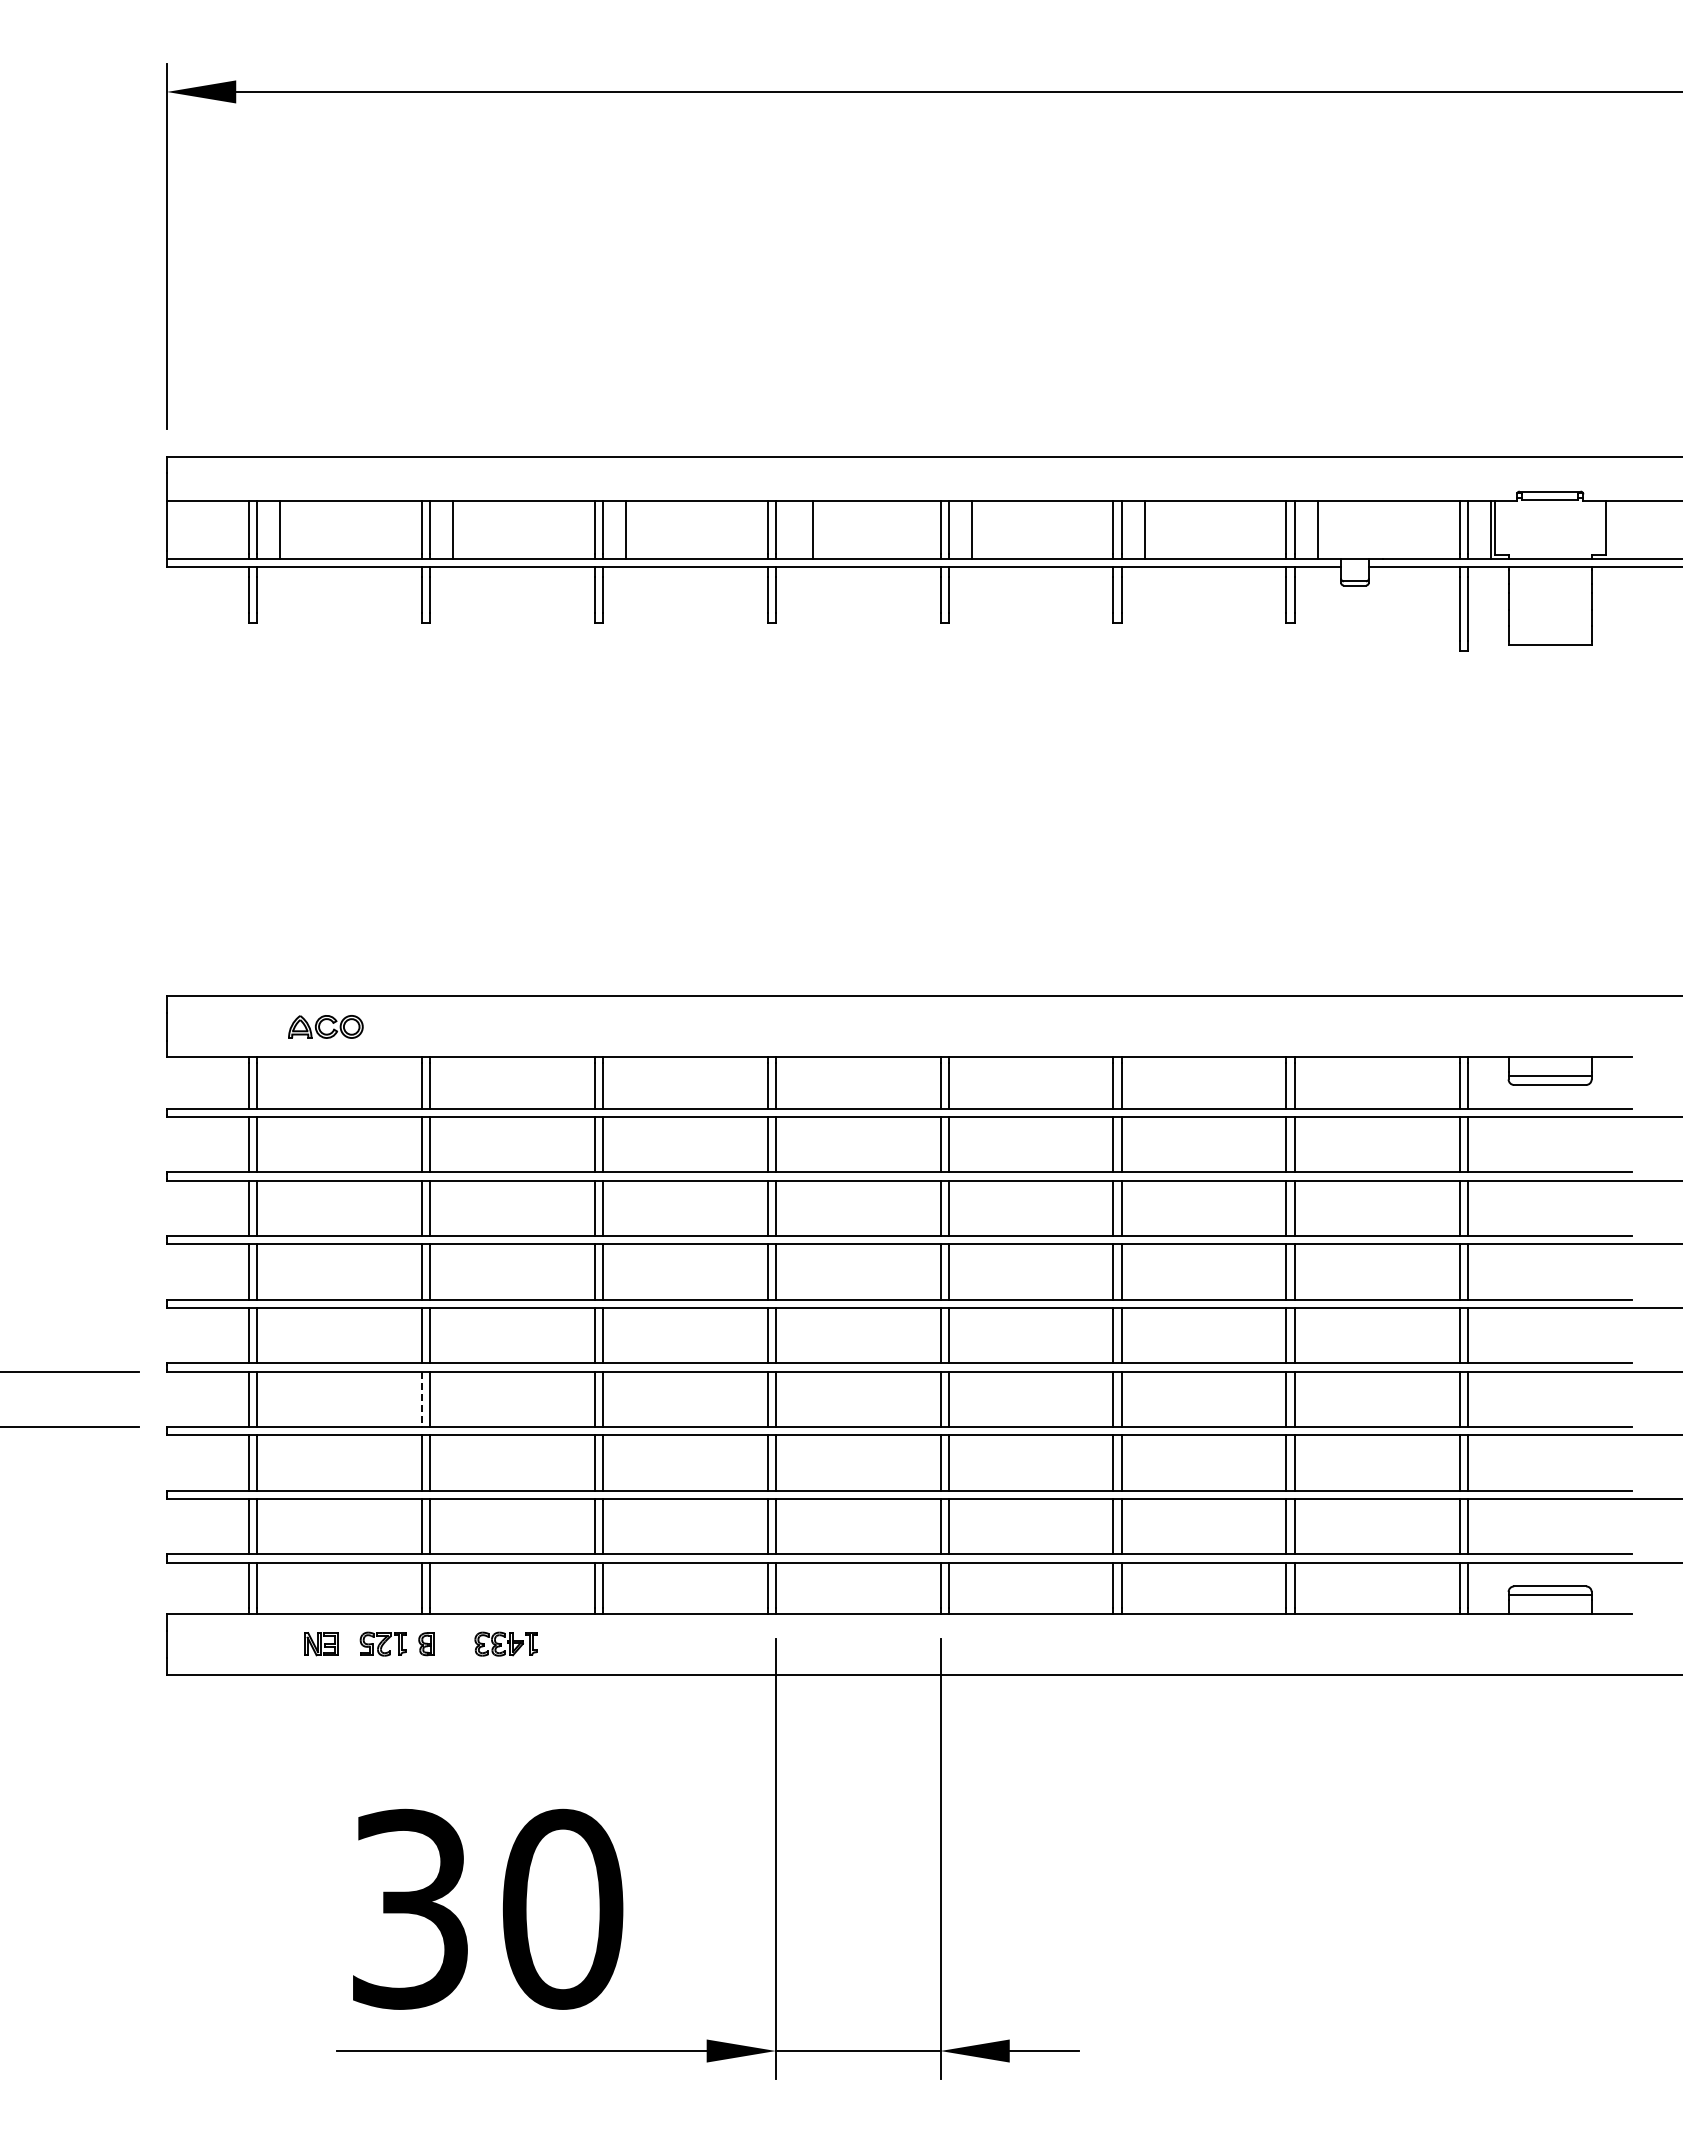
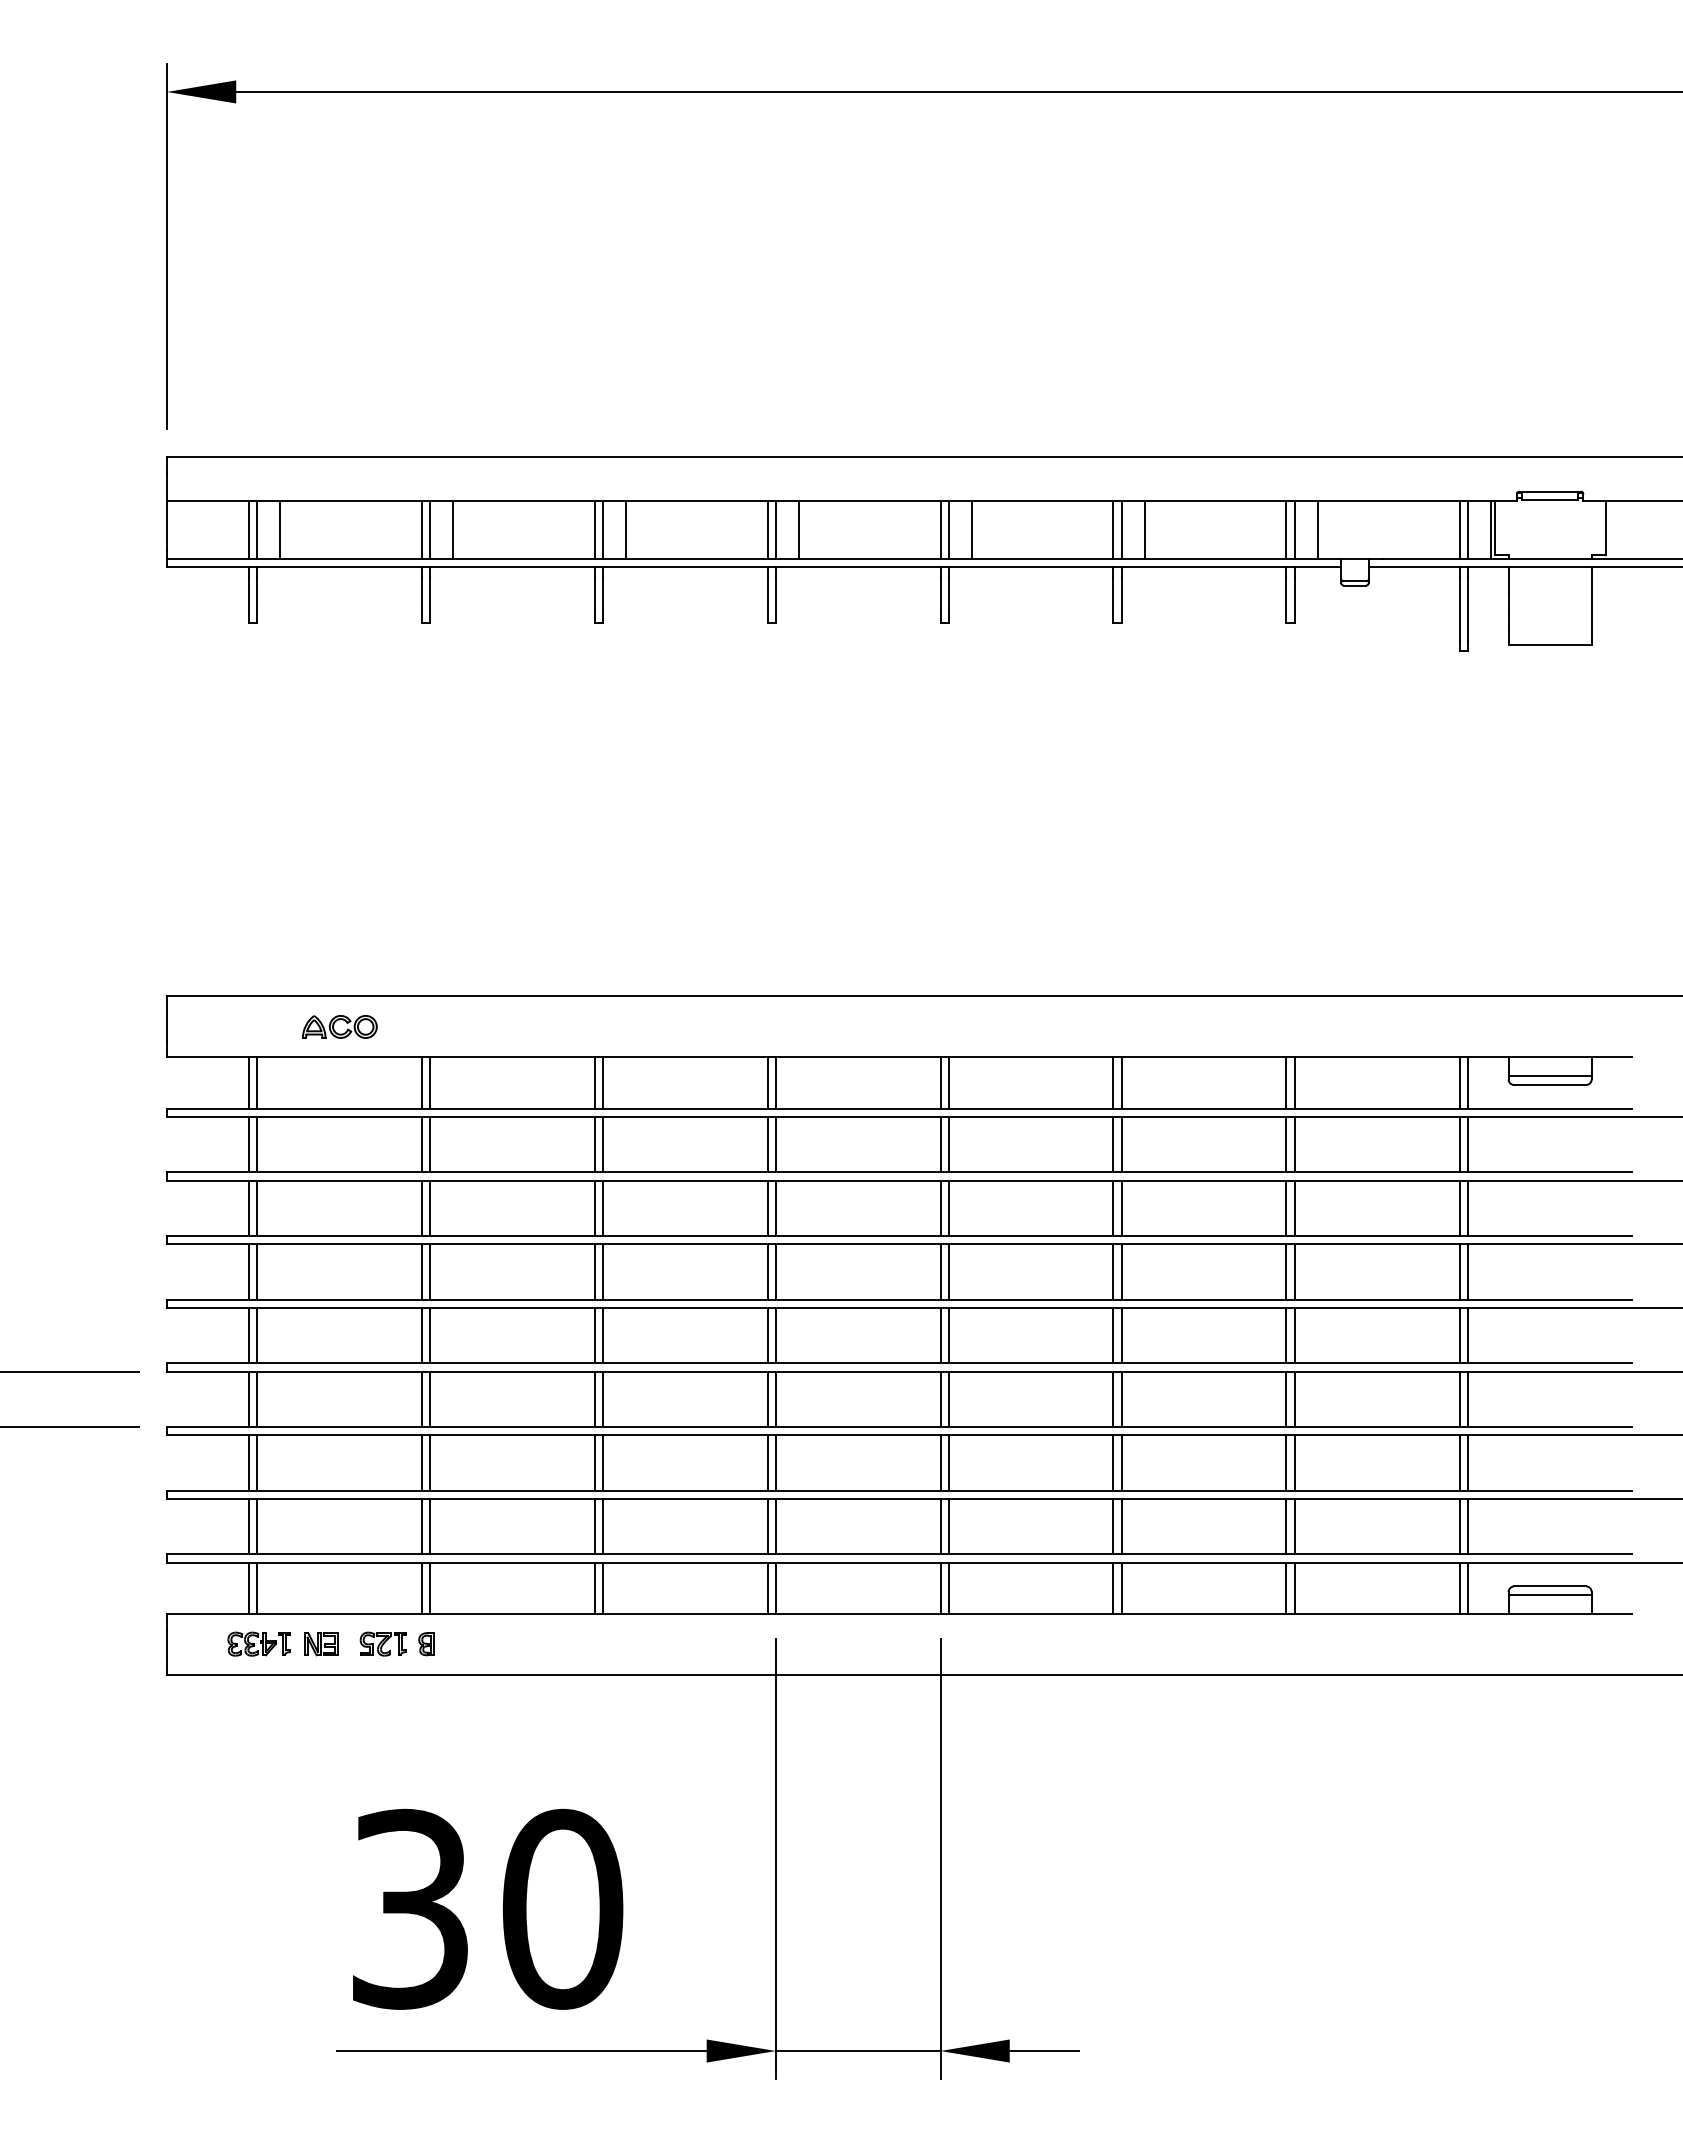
line at (812, 530) position: (812, 530) -> (798, 530)
part at (325, 1026) position: (325, 1026) -> (339, 1026)
line at (421, 1400): dashed -> solid
part at (505, 1643) position: (505, 1643) -> (258, 1643)
